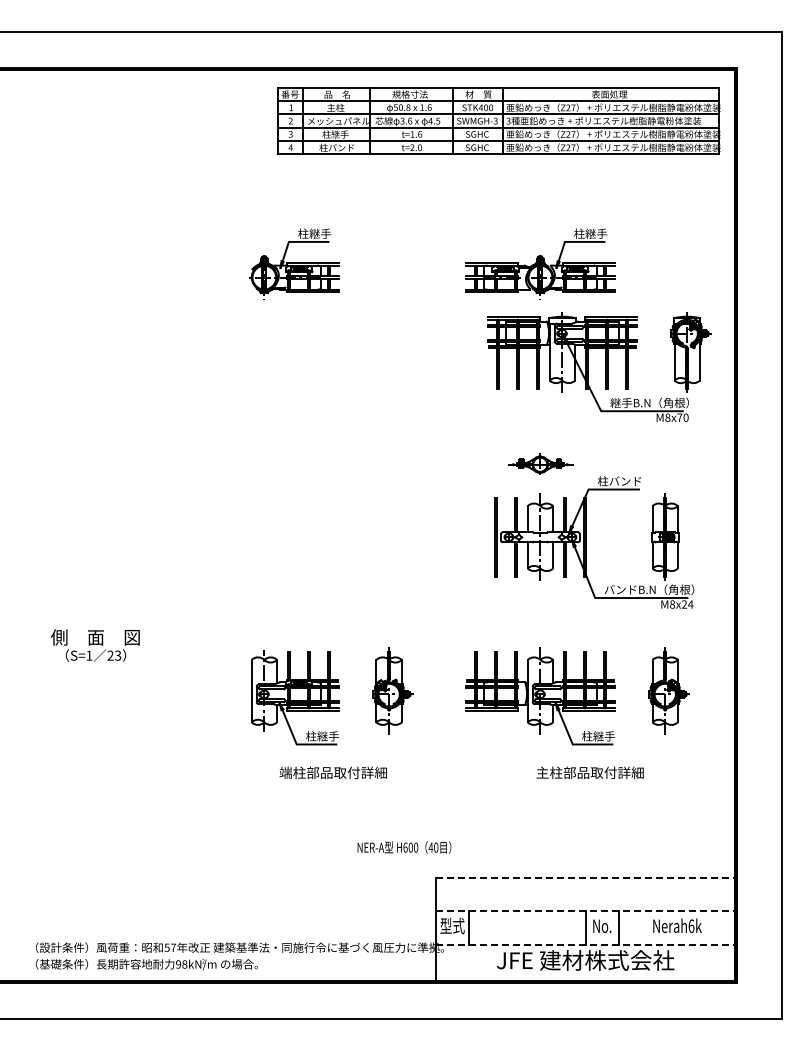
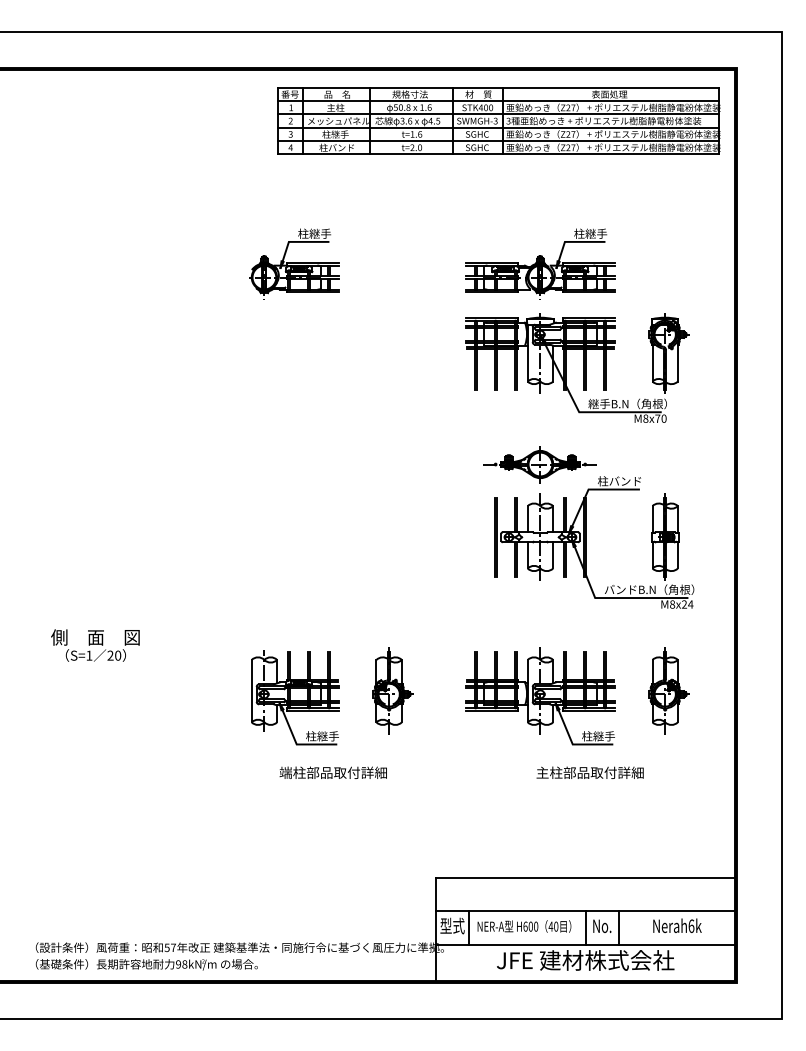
part at (599, 366) position: (599, 366) -> (577, 367)
part at (540, 463) size: 66x22 px -> 114x38 px
text at (118, 655): 23 -> 20
text at (404, 847) position: (404, 847) -> (524, 926)
line at (585, 878): dashed -> solid
line at (585, 911): dashed -> solid
line at (585, 944): dashed -> solid
